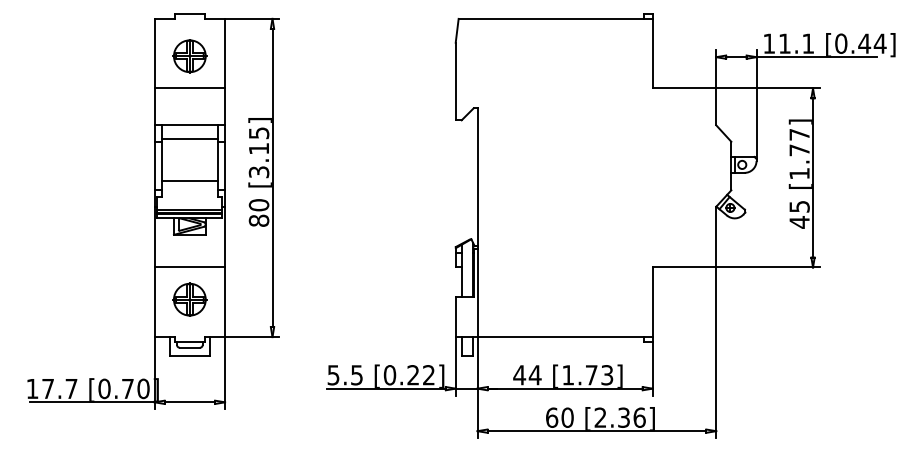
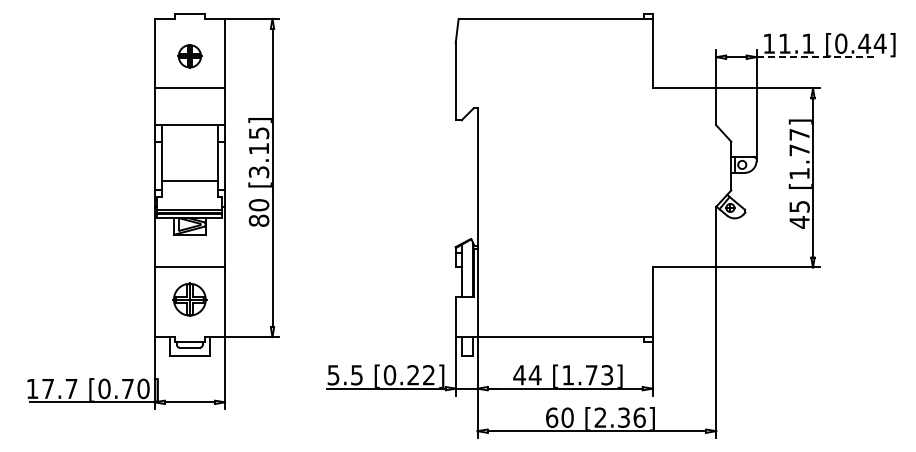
part at (189, 56) size: 36x35 px -> 26x25 px
line at (817, 57): solid -> dashed
line at (189, 138): present -> none
